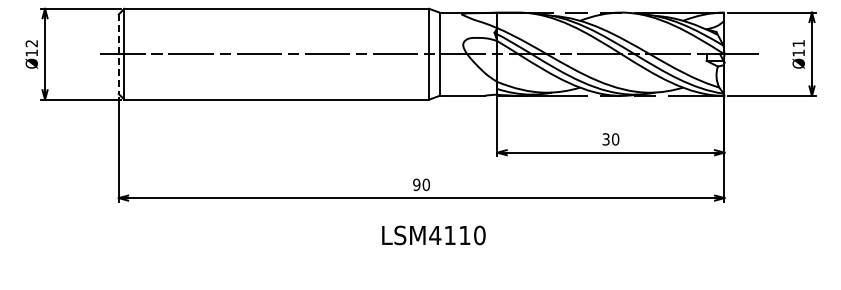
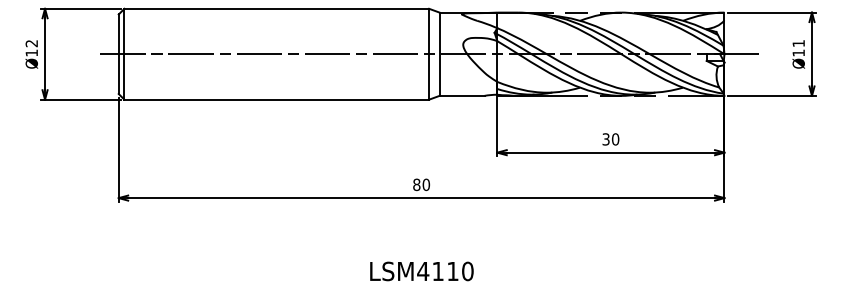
line at (118, 54): dashed -> solid
text at (416, 185): 90 -> 80
text at (433, 235) position: (433, 235) -> (421, 271)
